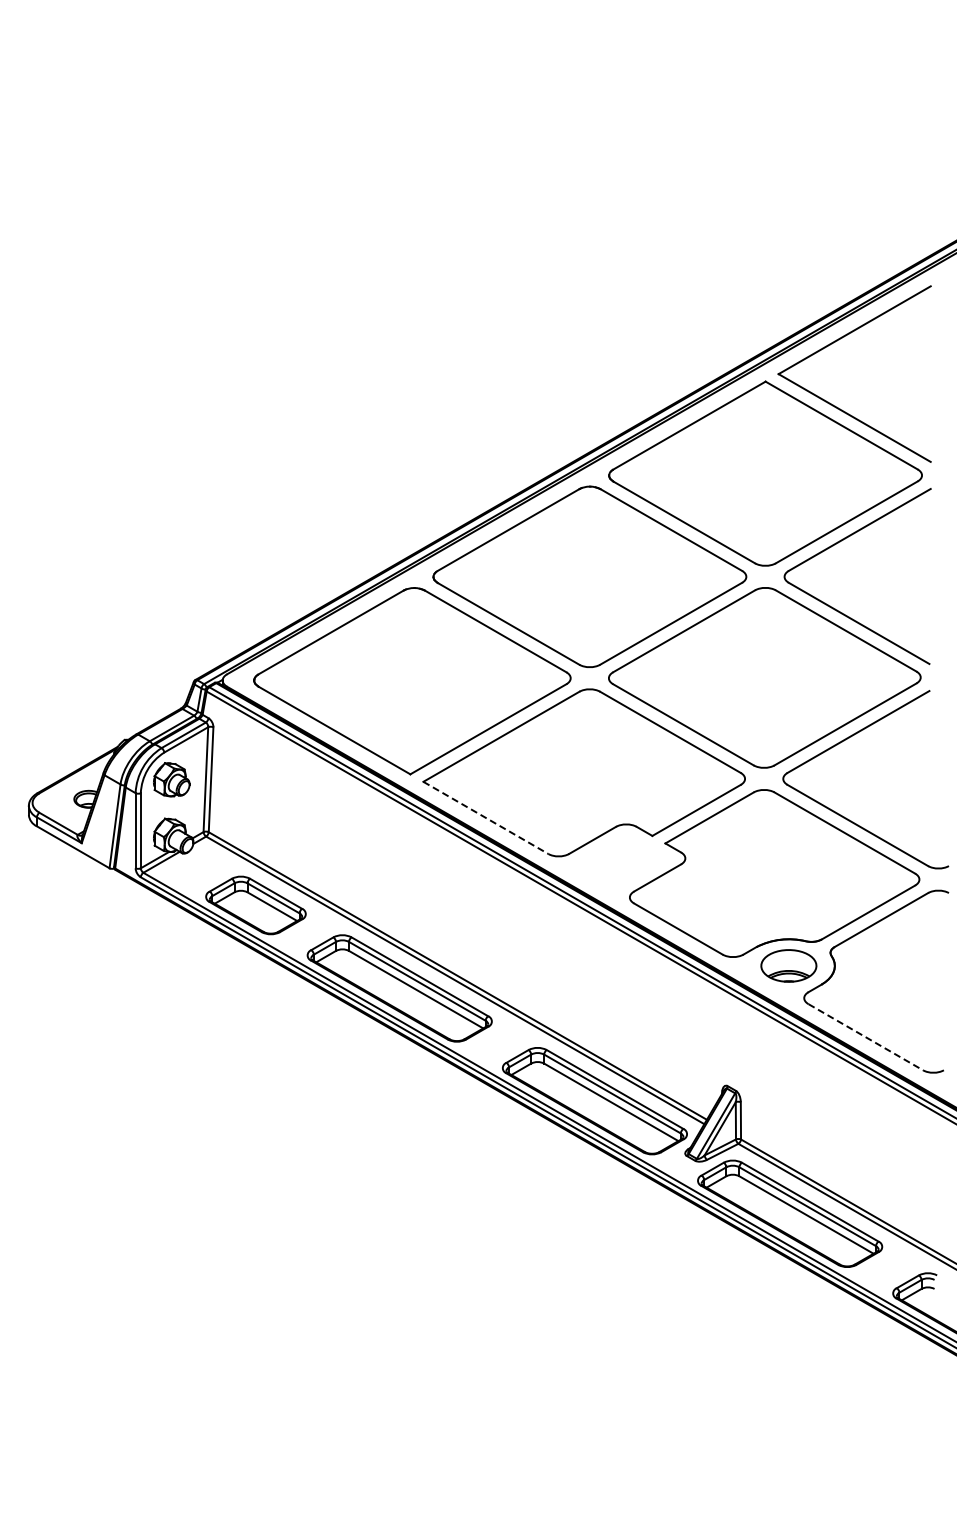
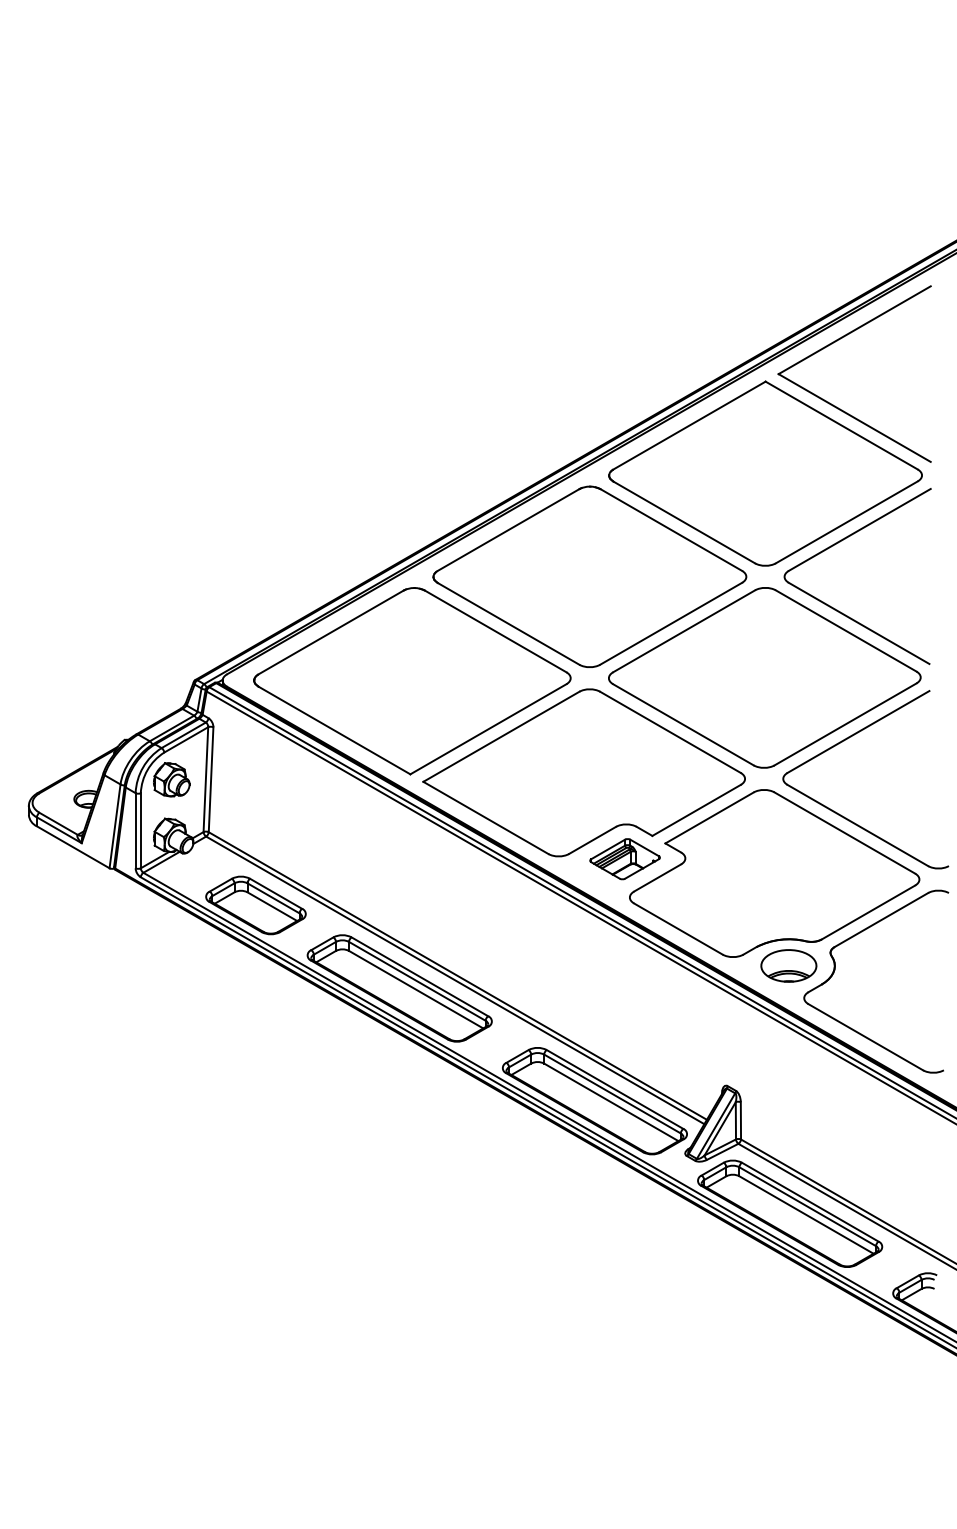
line at (486, 818): dashed -> solid
part at (624, 859): none -> present
line at (866, 1037): dashed -> solid
